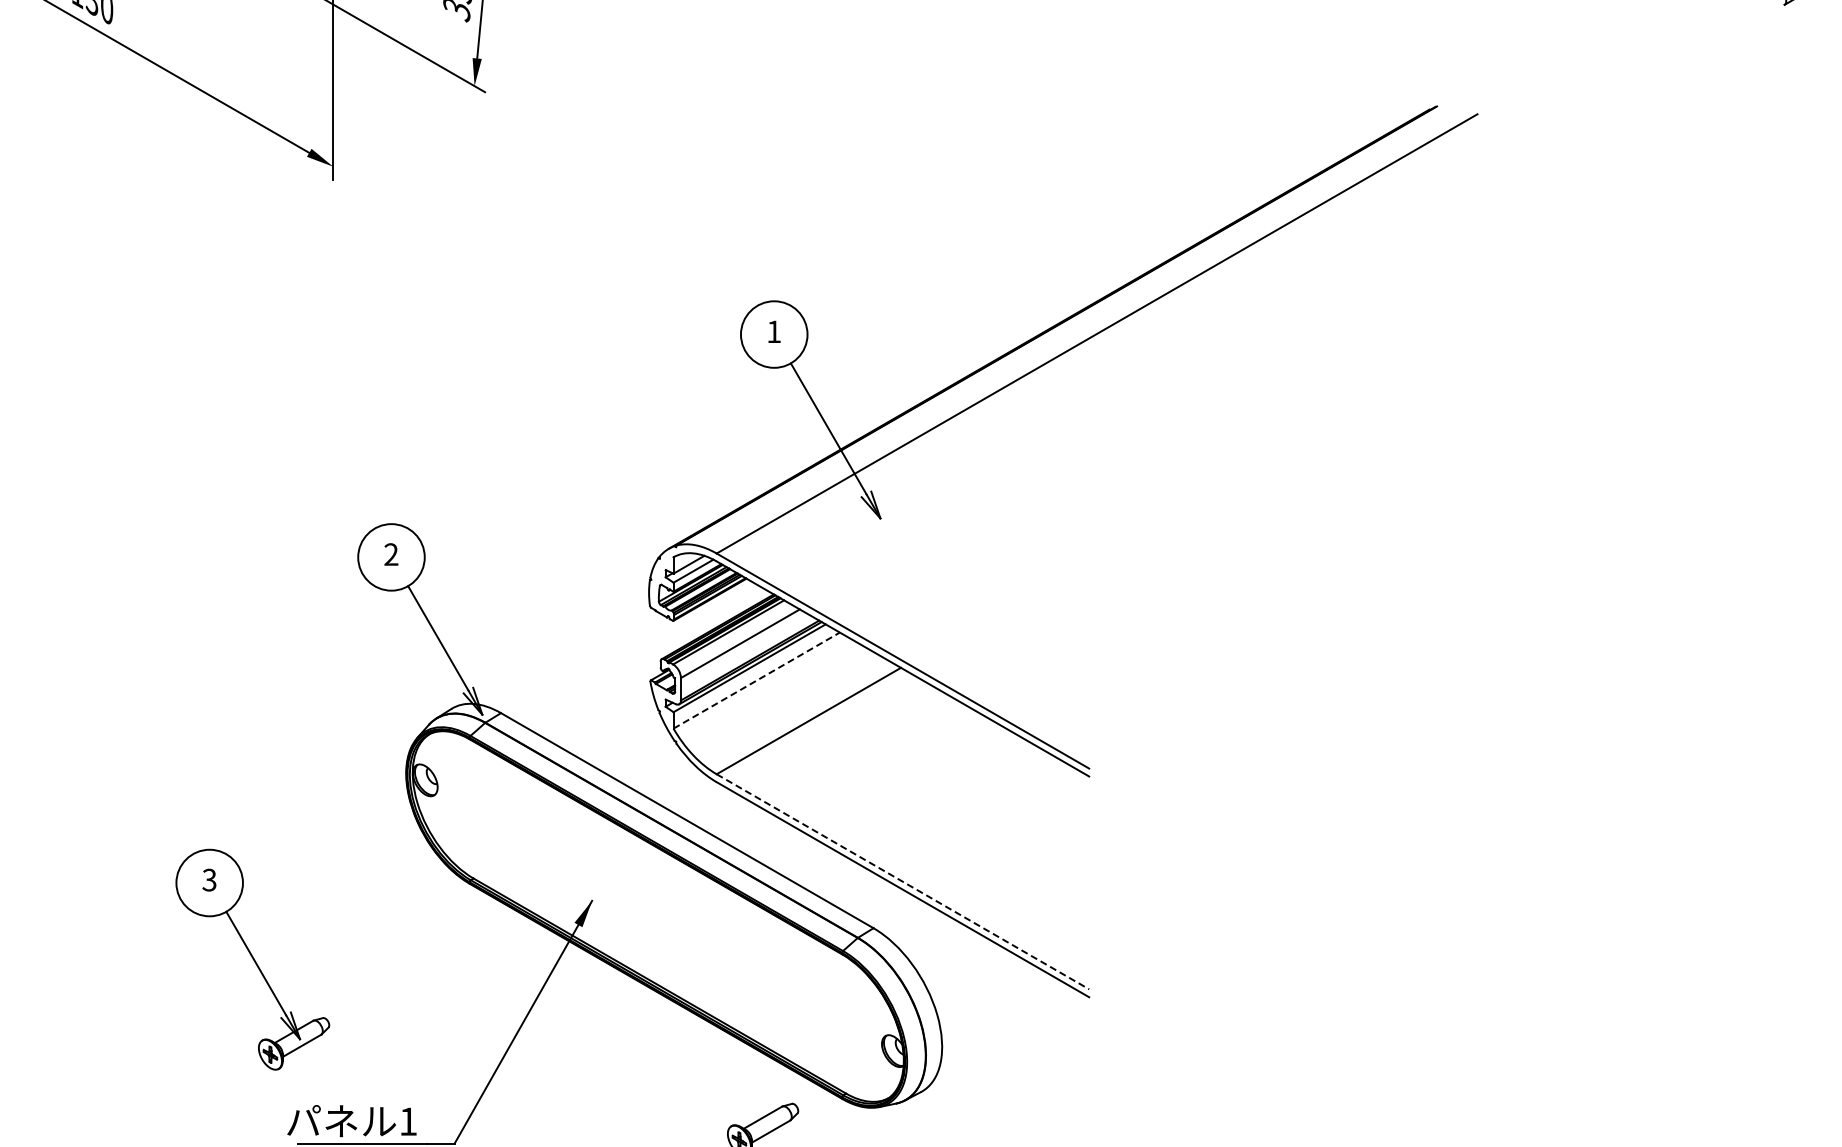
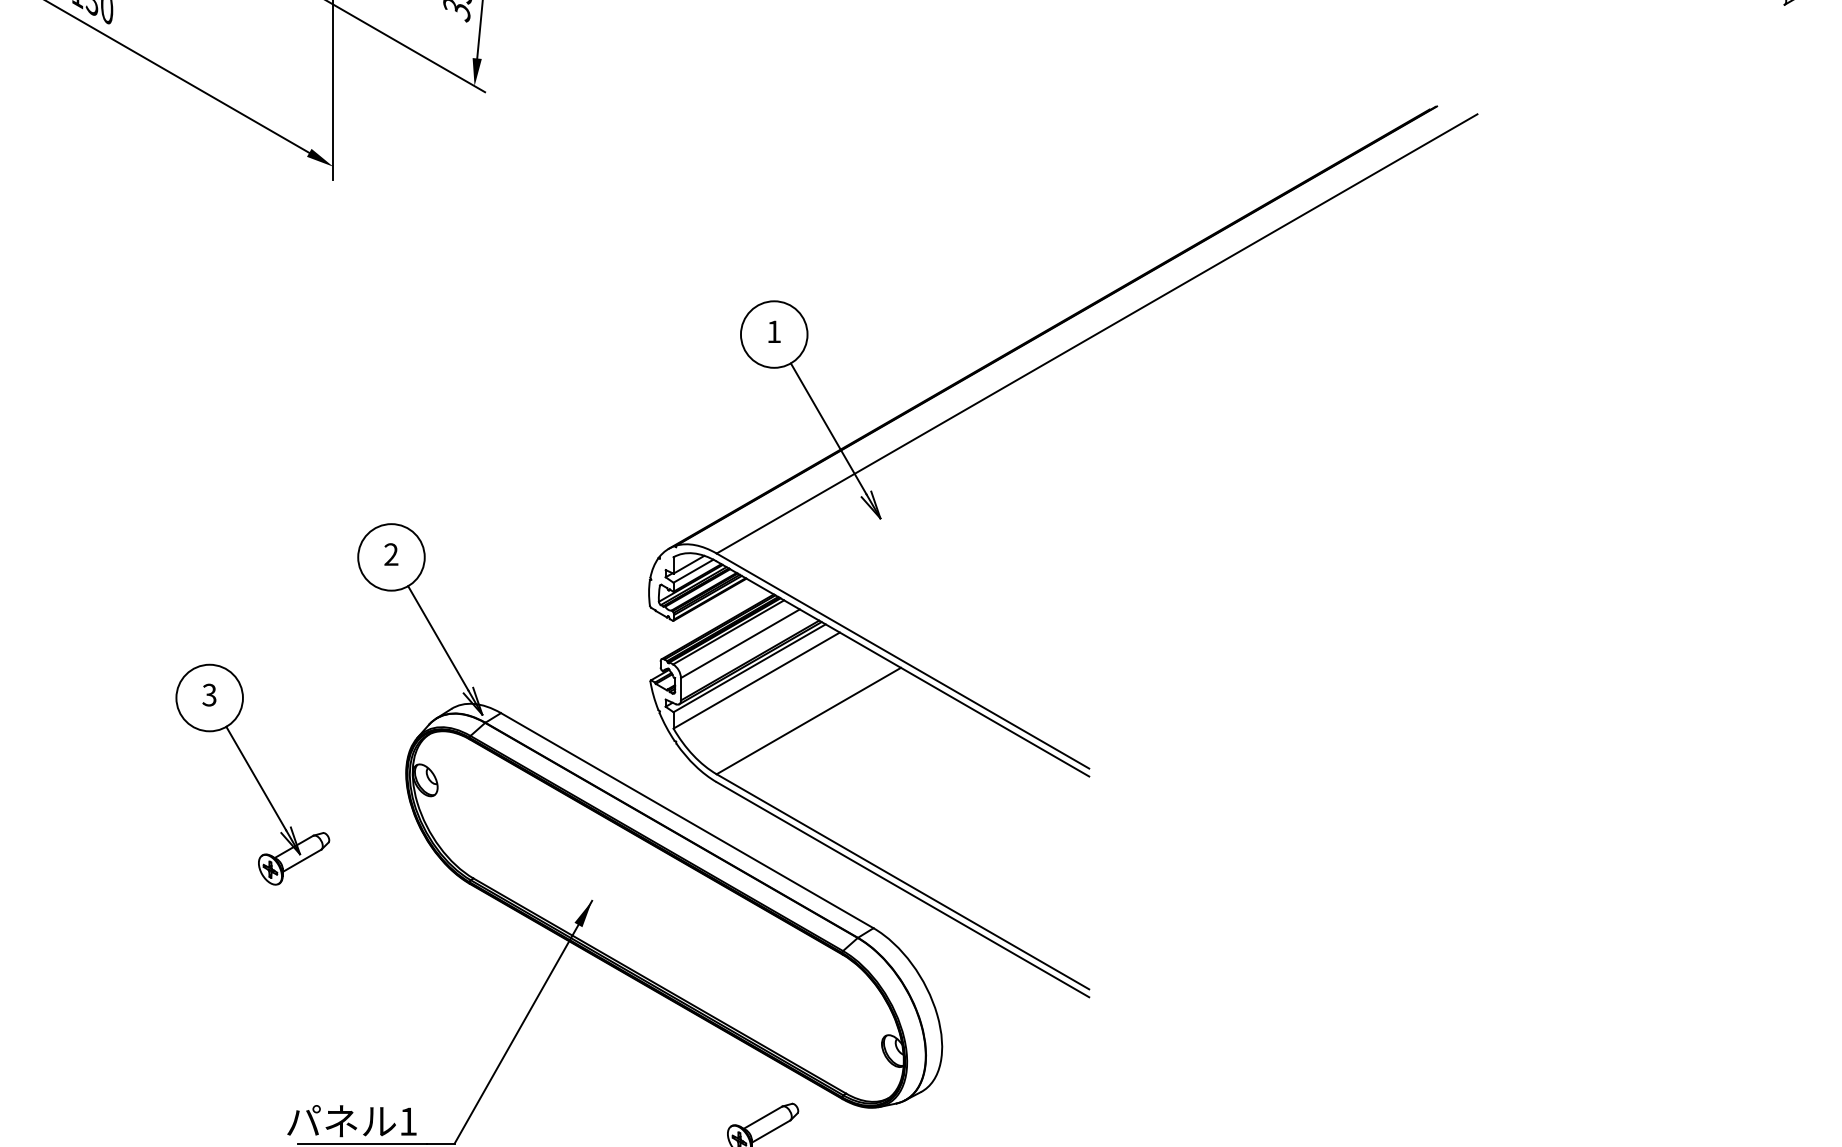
line at (757, 680): dashed -> solid
line at (903, 882): dashed -> solid
part at (252, 959) position: (252, 959) -> (252, 774)
